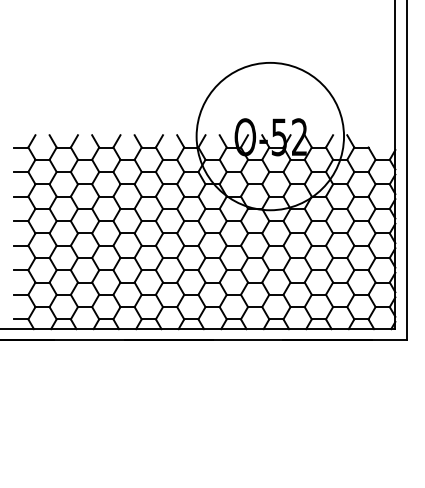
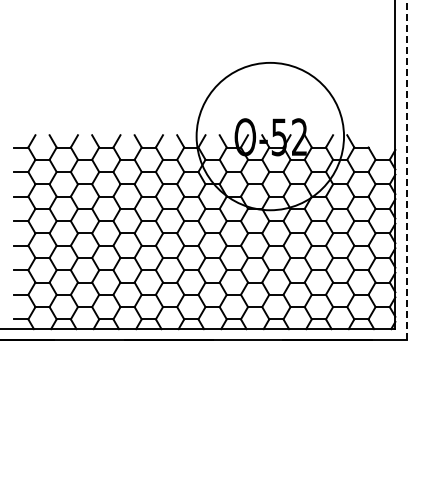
line at (406, 169): solid -> dashed
